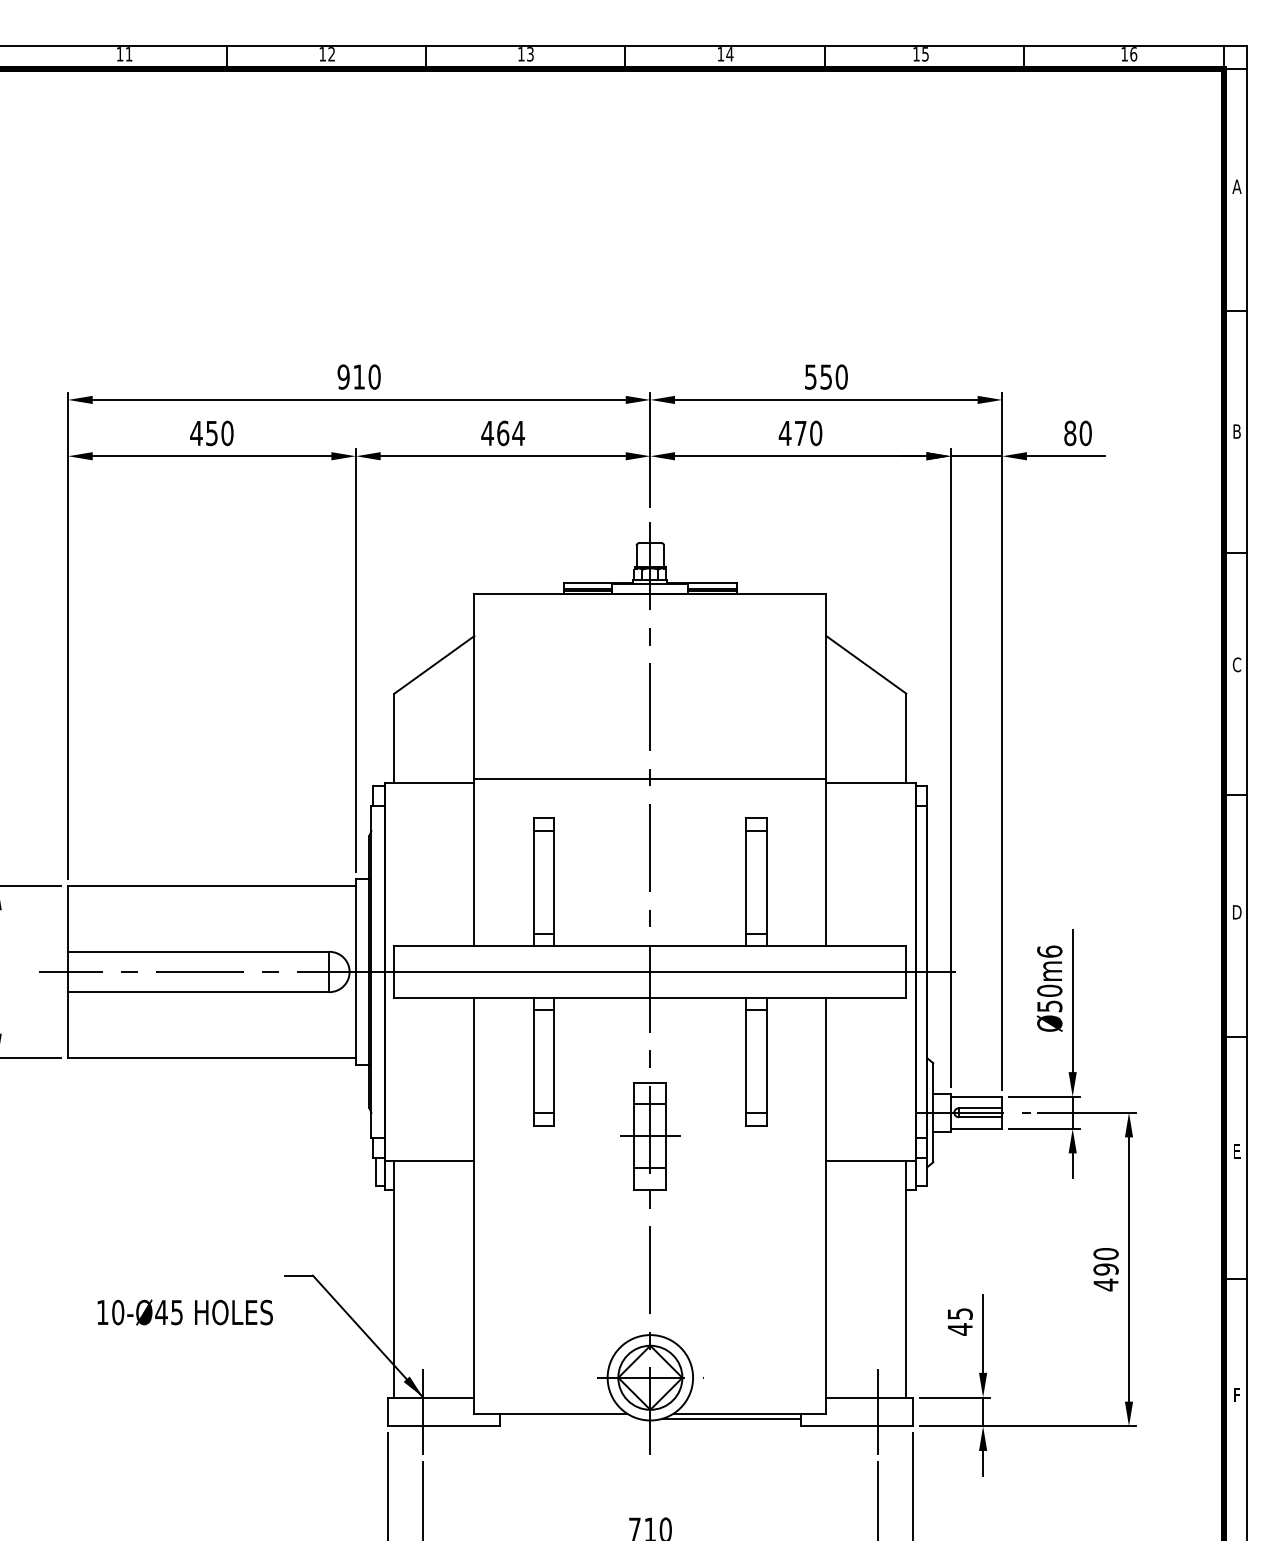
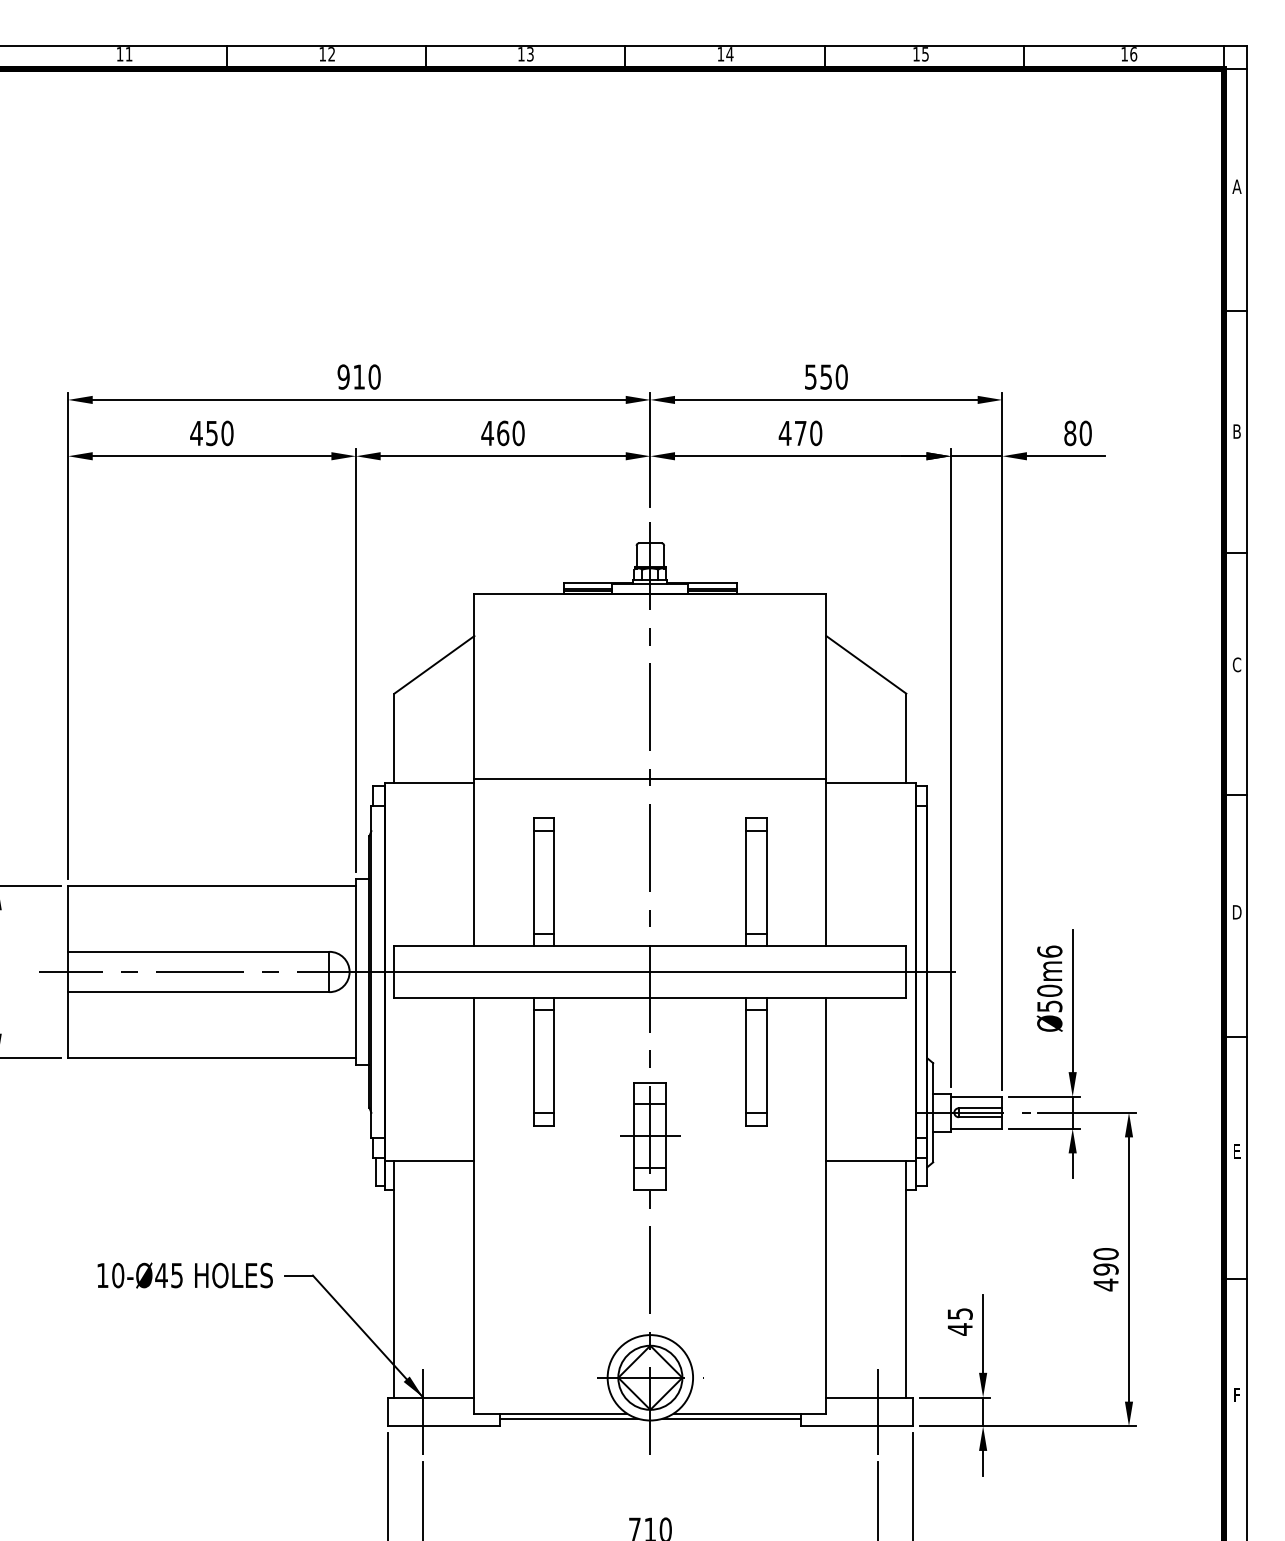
text at (518, 433): 464 -> 460
text at (184, 1312) position: (184, 1312) -> (184, 1275)
line at (568, 1418): none -> present
